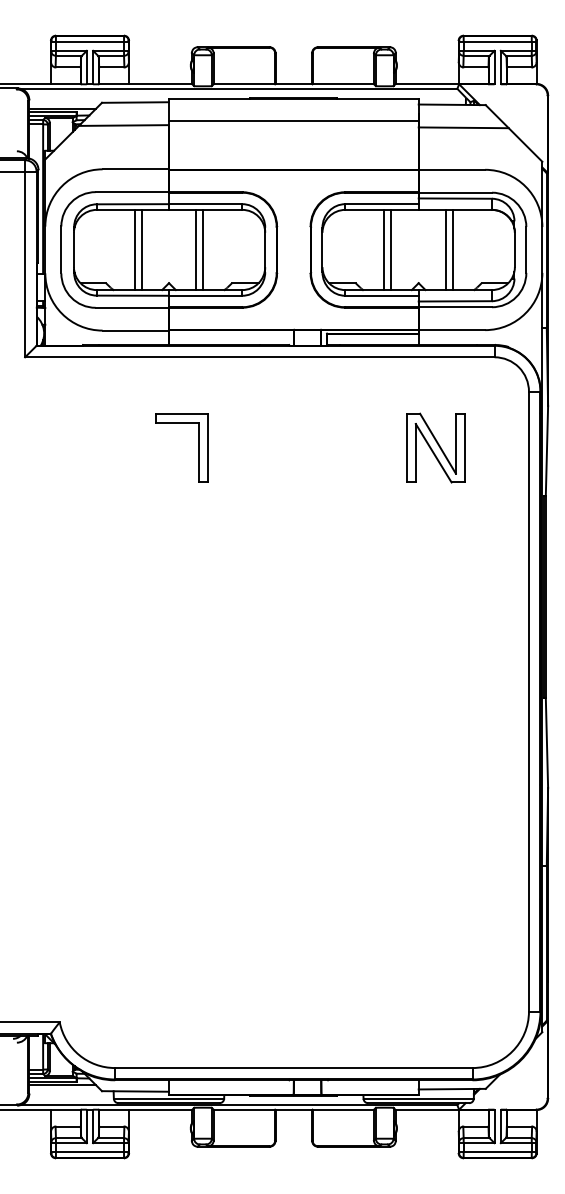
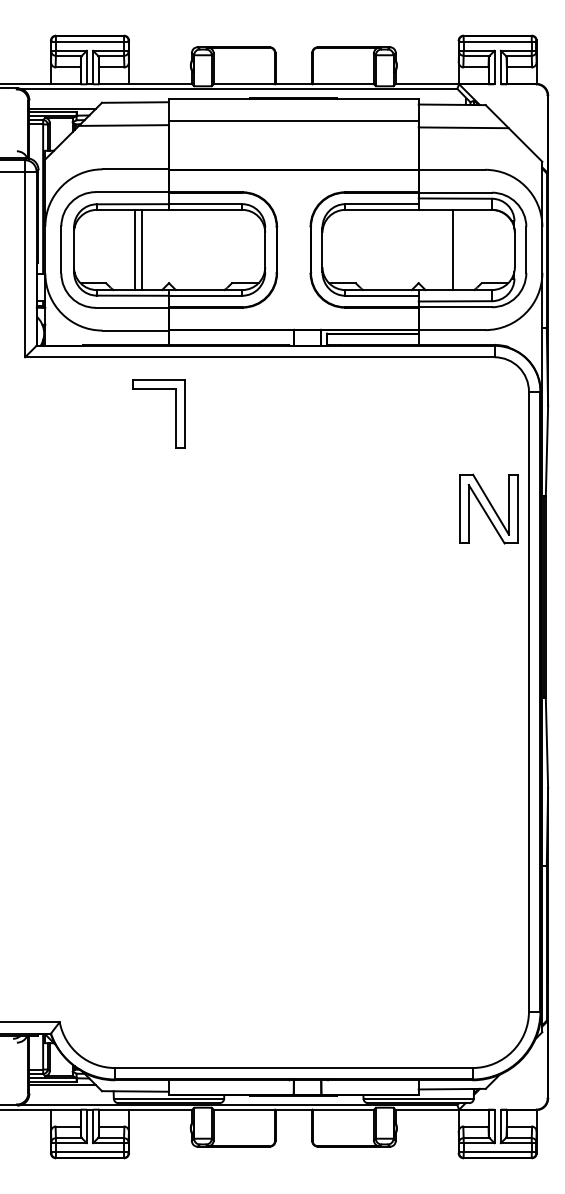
line at (196, 249): present -> none
line at (203, 249): present -> none
line at (384, 249): present -> none
line at (391, 249): present -> none
line at (446, 249): present -> none
part at (198, 447) position: (198, 447) -> (175, 413)
part at (435, 447) position: (435, 447) -> (488, 508)
